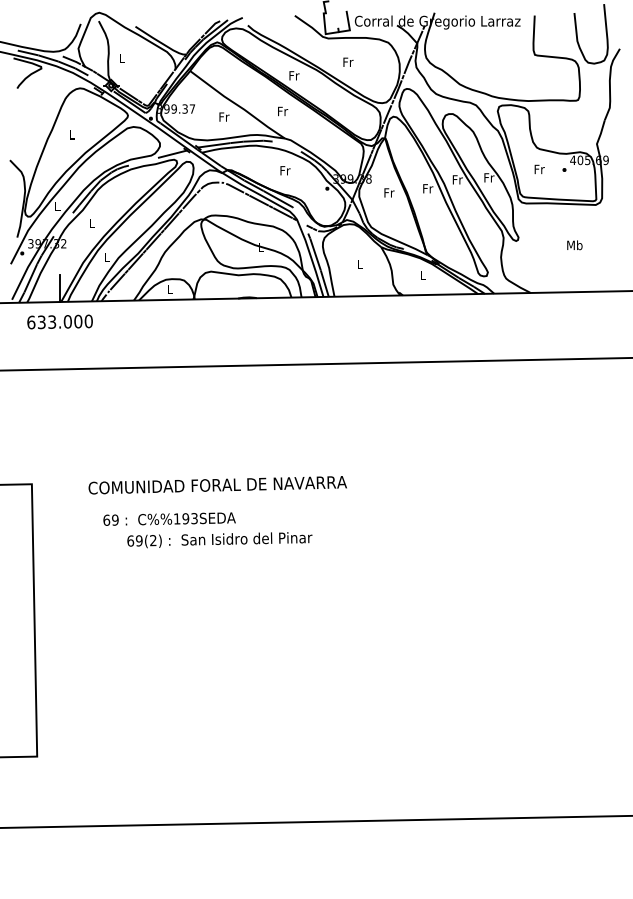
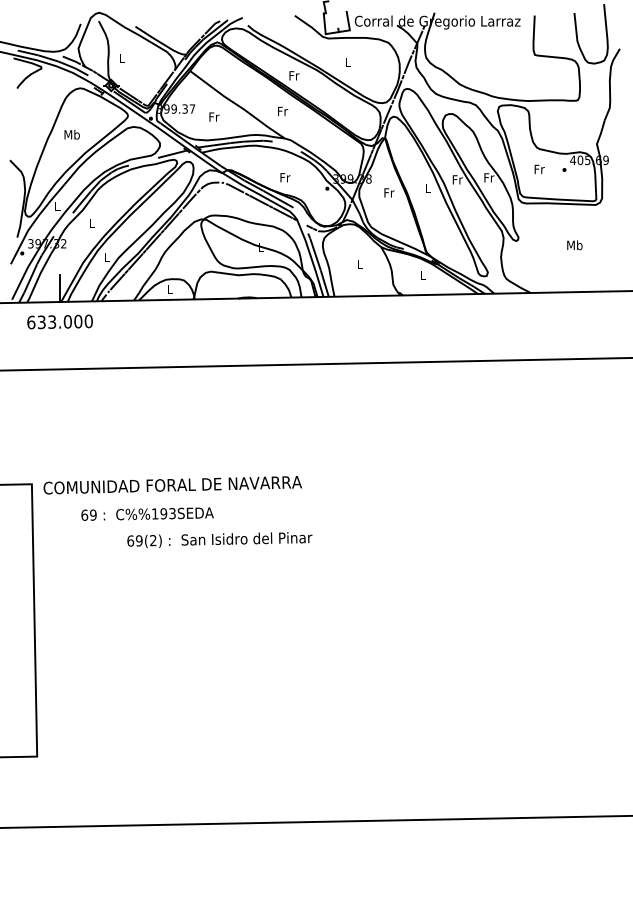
text at (348, 61): Fr -> L
text at (224, 116) position: (224, 116) -> (214, 116)
text at (71, 134): L -> Mb
text at (285, 170) position: (285, 170) -> (285, 177)
text at (428, 188): Fr -> L
text at (217, 485) position: (217, 485) -> (172, 485)
text at (169, 518) position: (169, 518) -> (147, 513)
